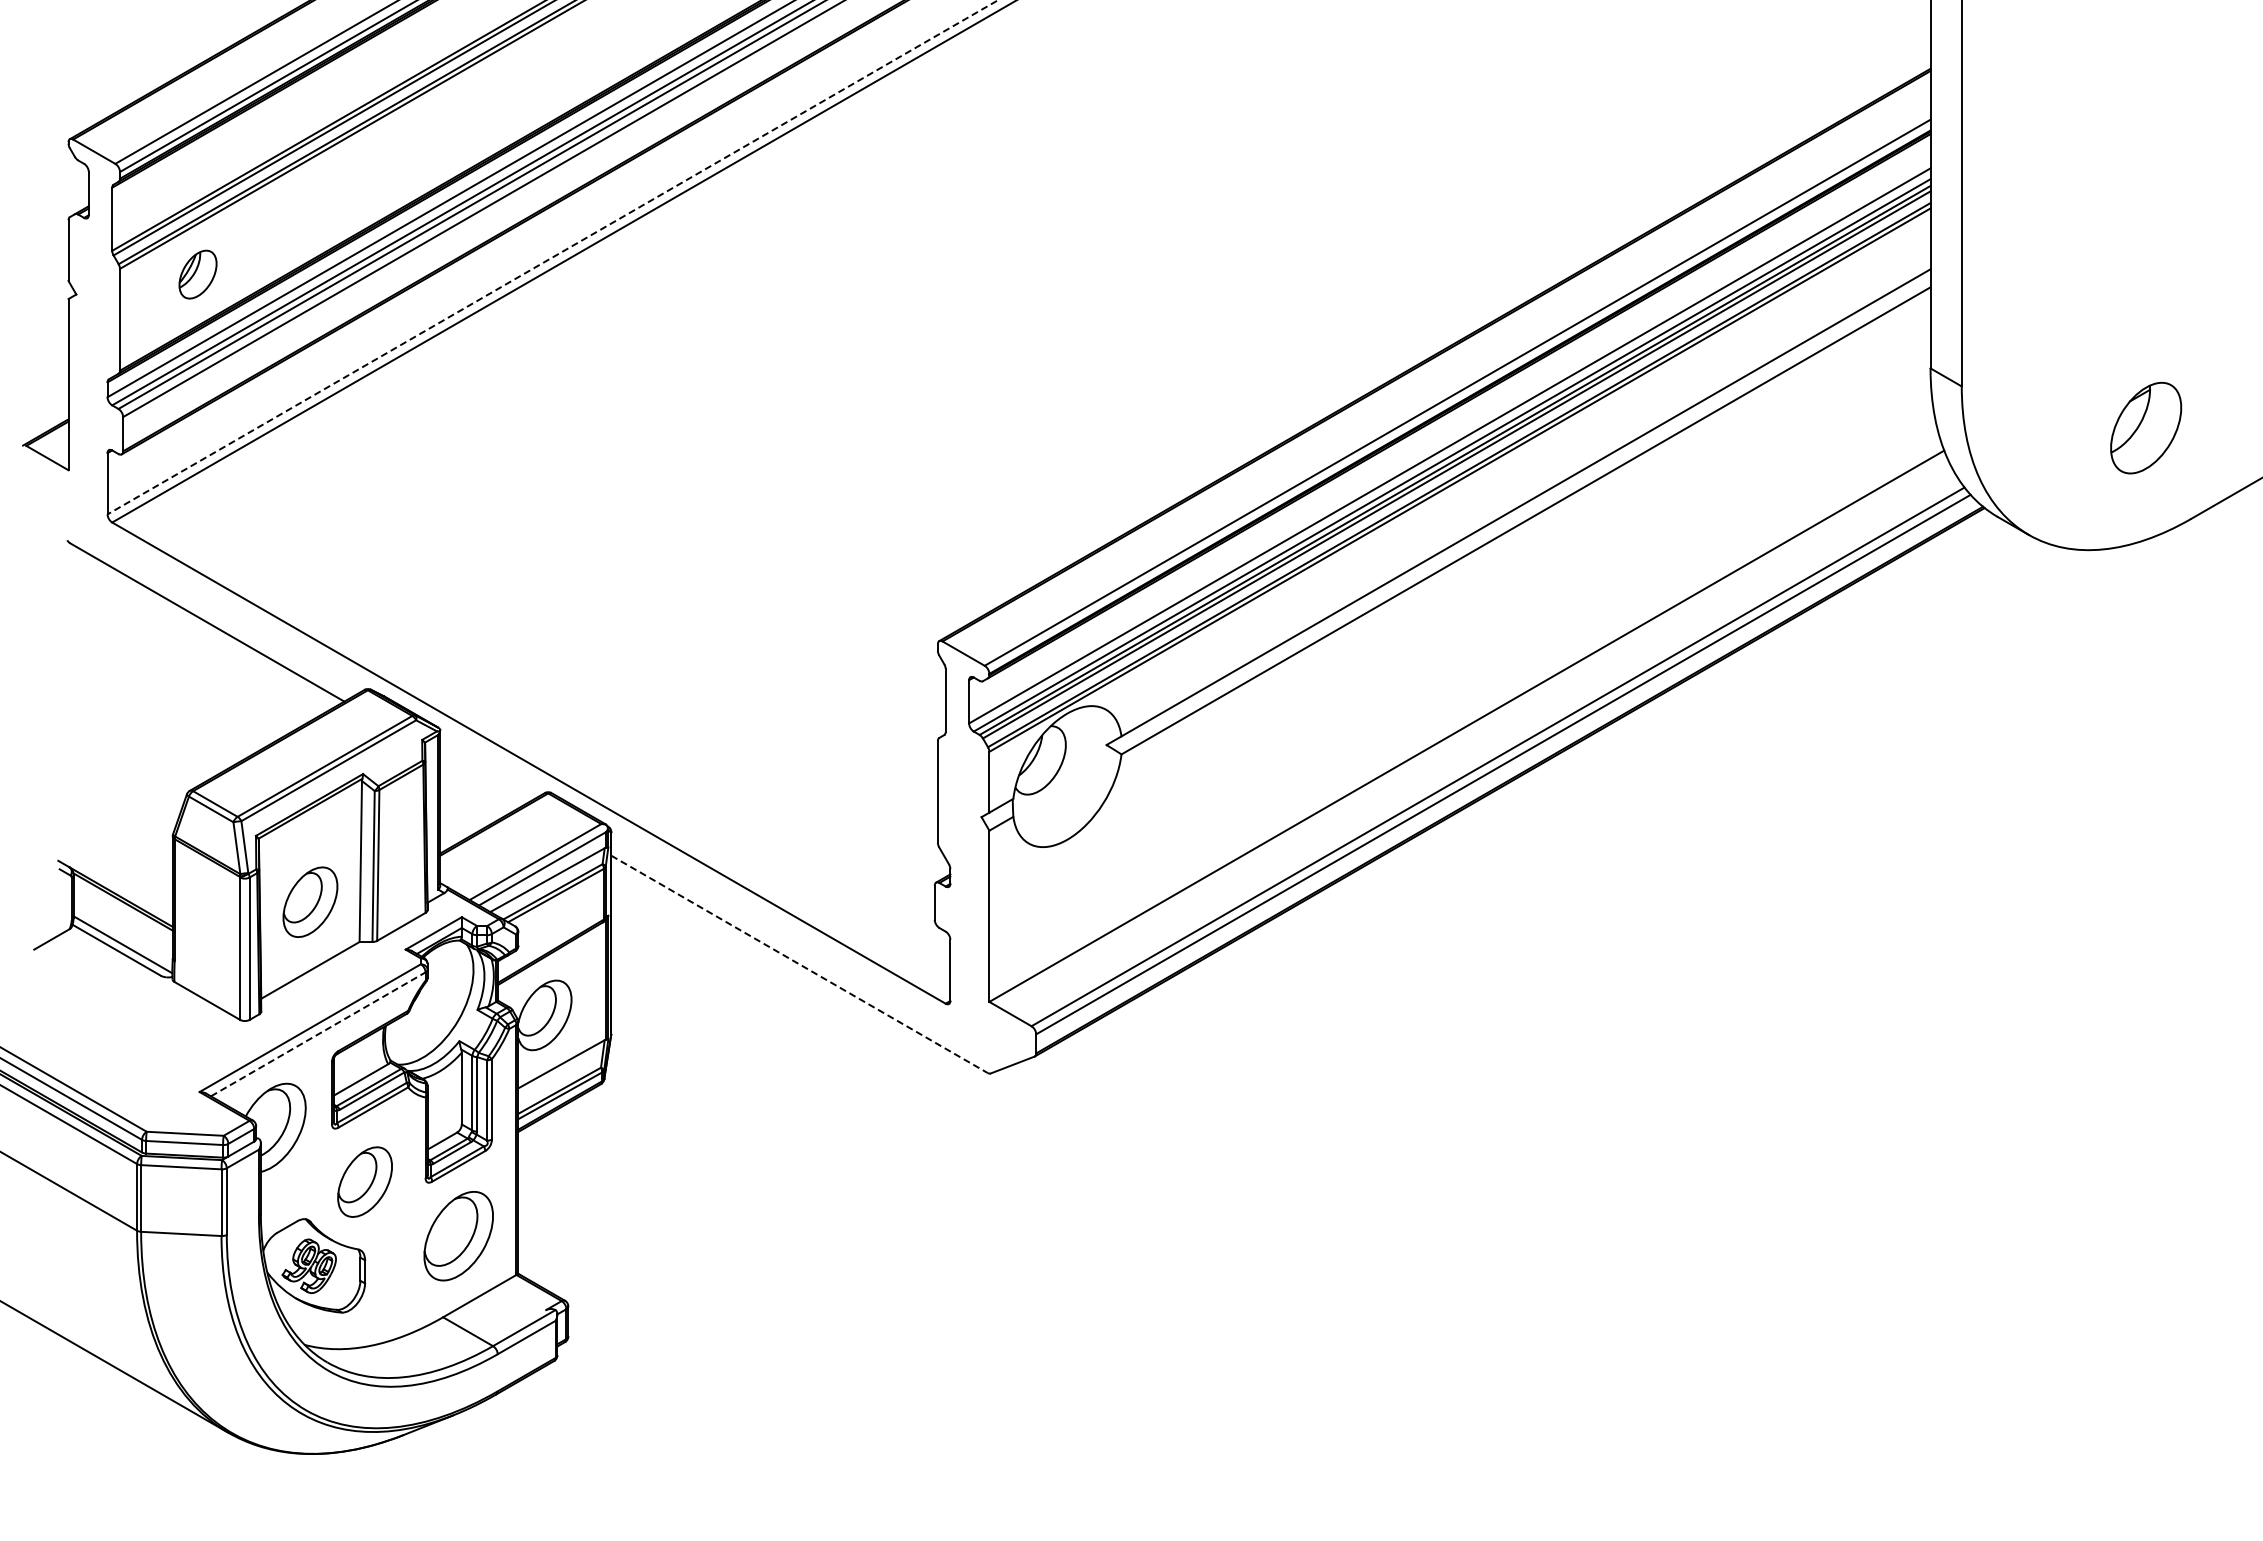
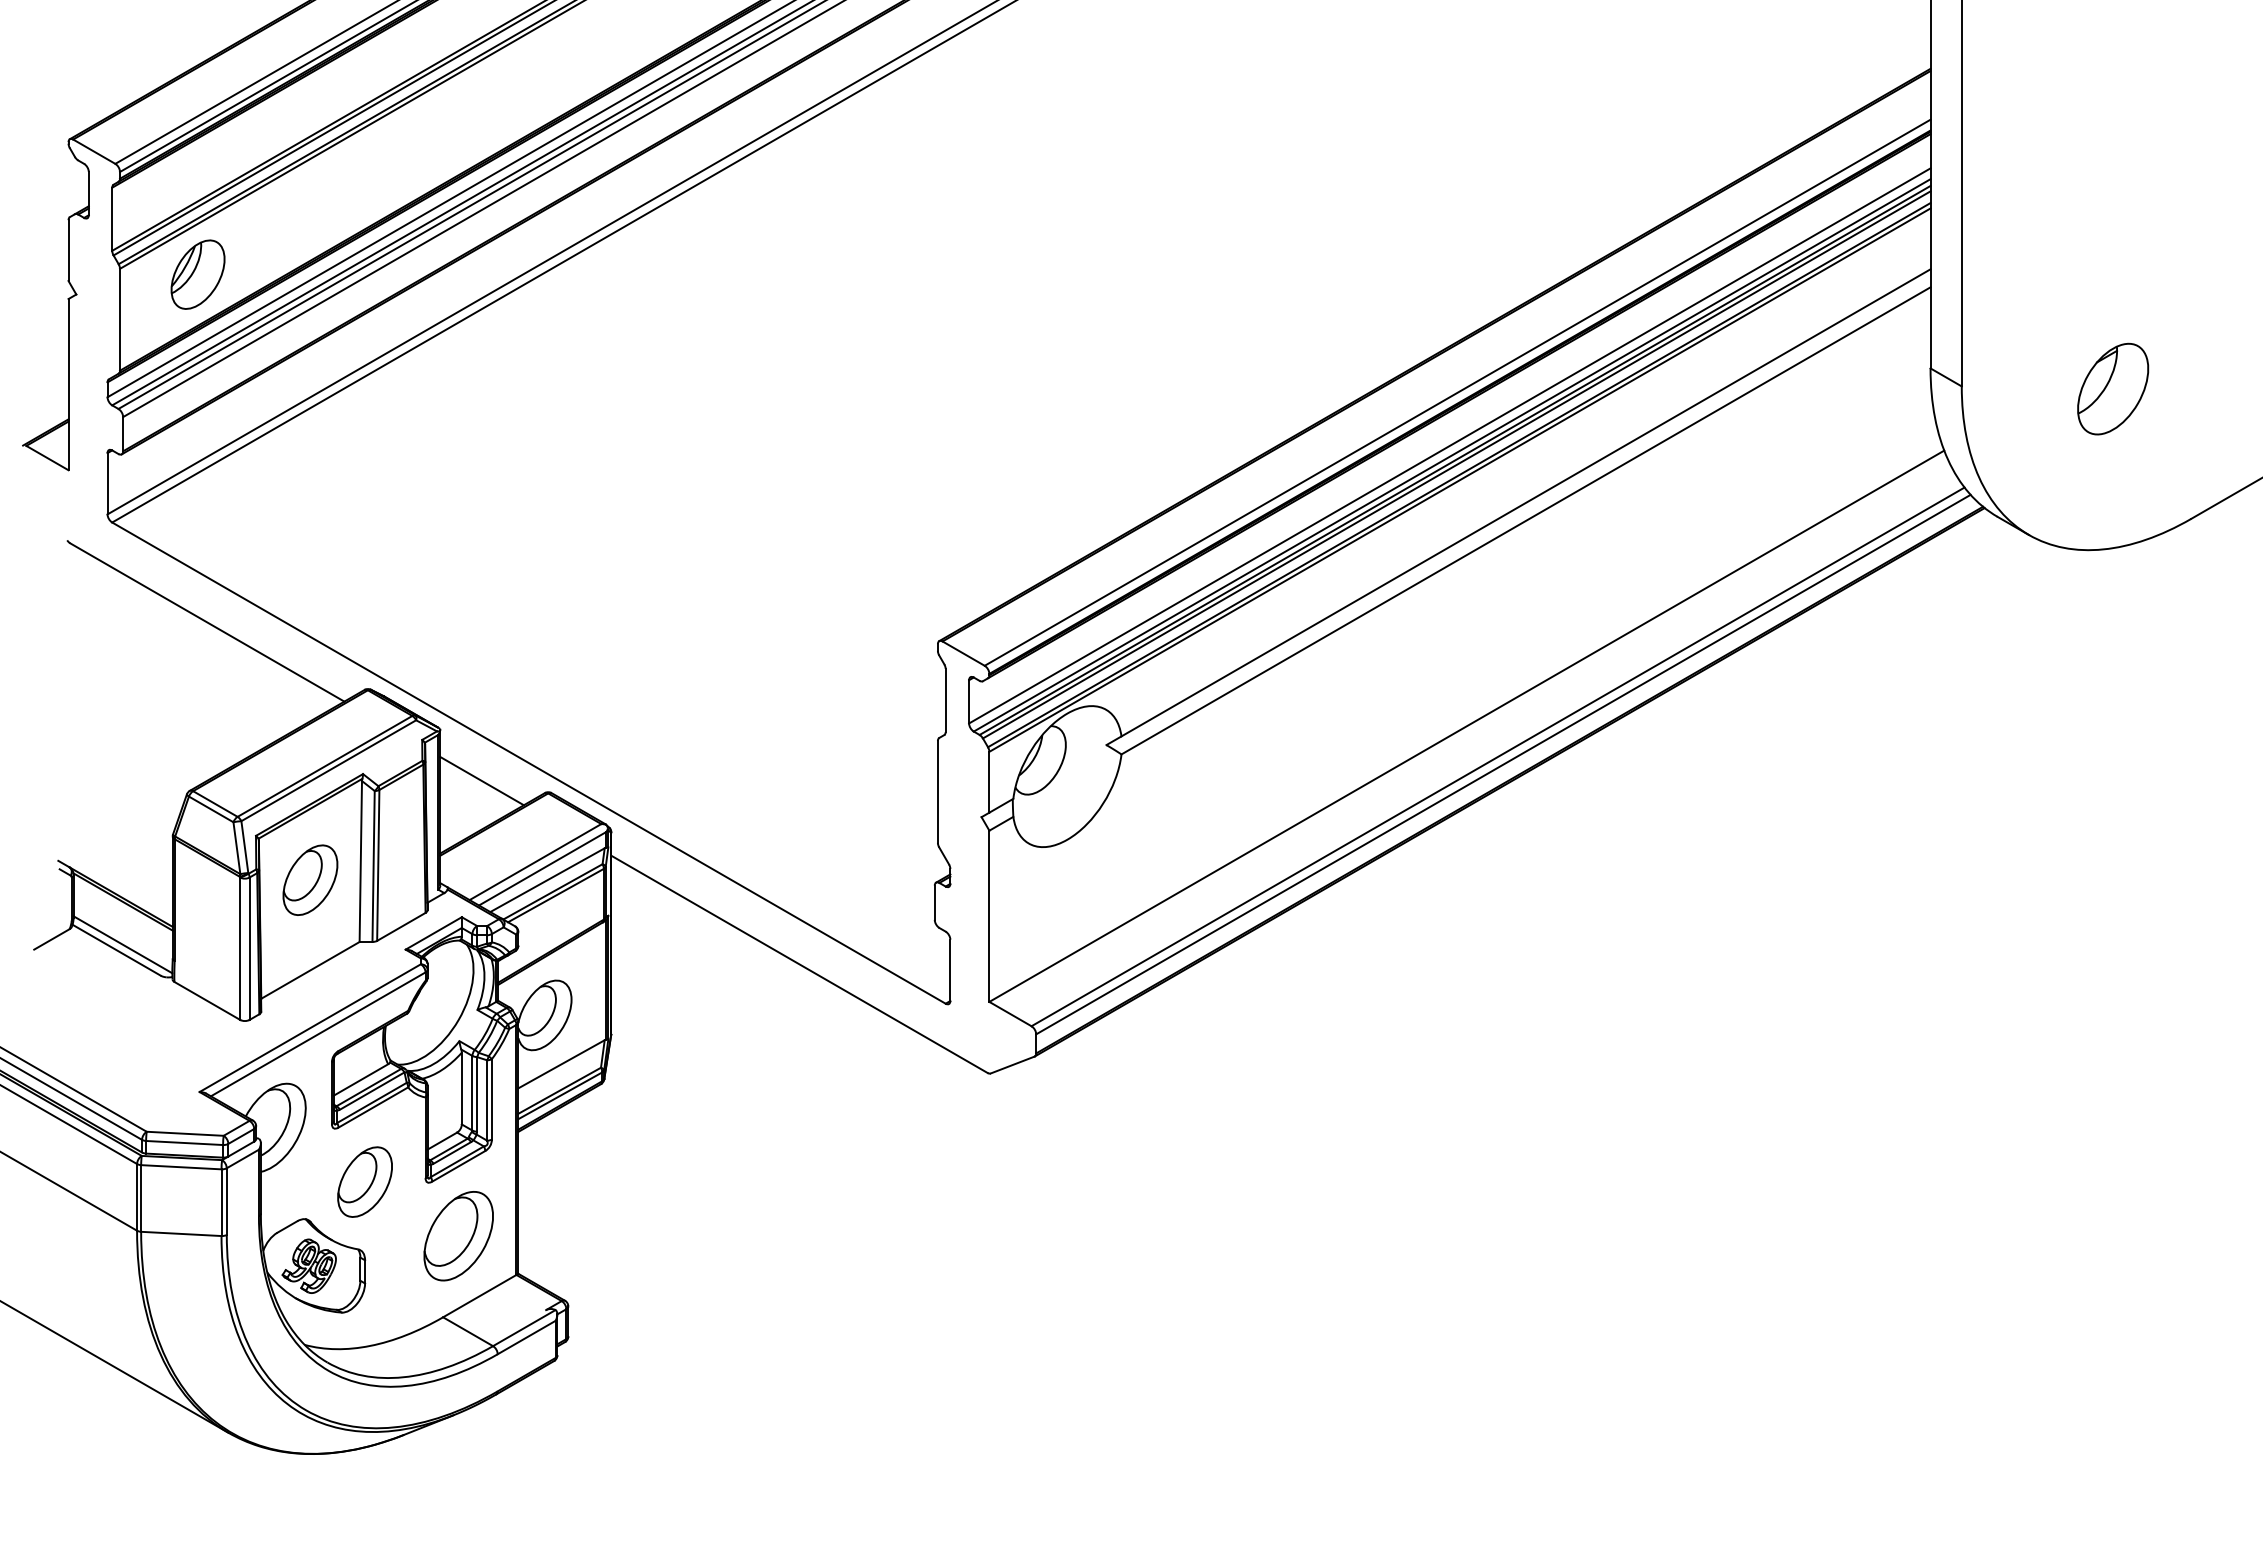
line at (552, 257): dashed -> solid
part at (197, 274) size: 40x51 px -> 56x71 px
part at (2146, 427) position: (2146, 427) -> (2113, 388)
line at (481, 781): none -> present
part at (310, 901) position: (310, 901) -> (310, 879)
line at (799, 964): dashed -> solid
line at (318, 1034): dashed -> solid
